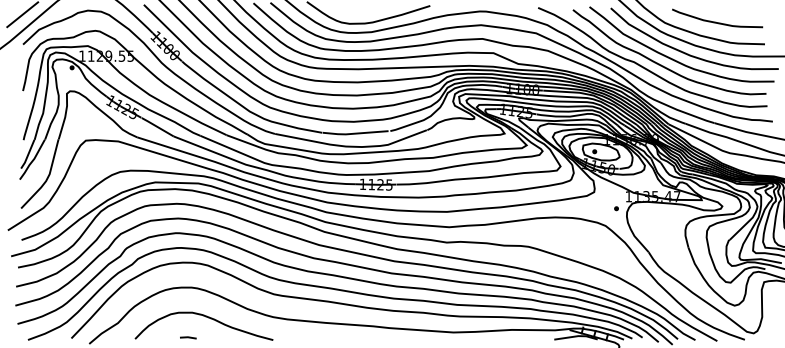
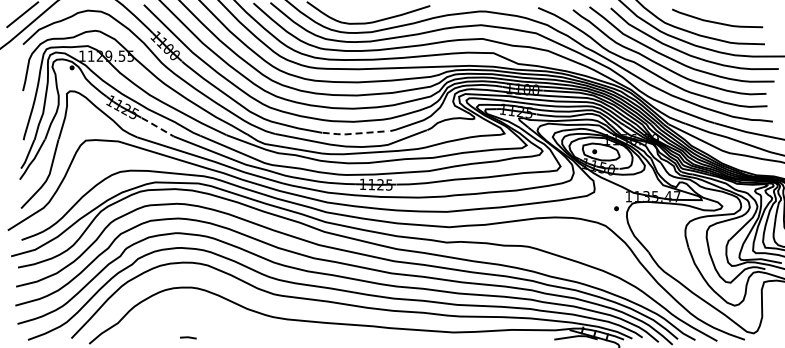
line at (157, 126): solid -> dashed
line at (354, 133): solid -> dashed
curve at (205, 317): present -> none
